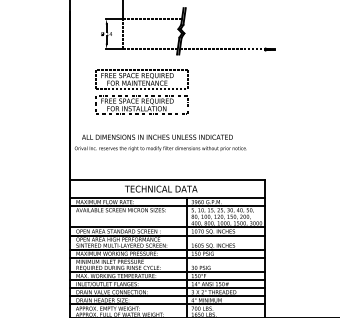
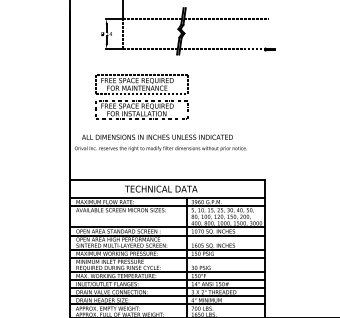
line at (226, 19): none -> present
part at (141, 91) position: (141, 91) -> (141, 96)
